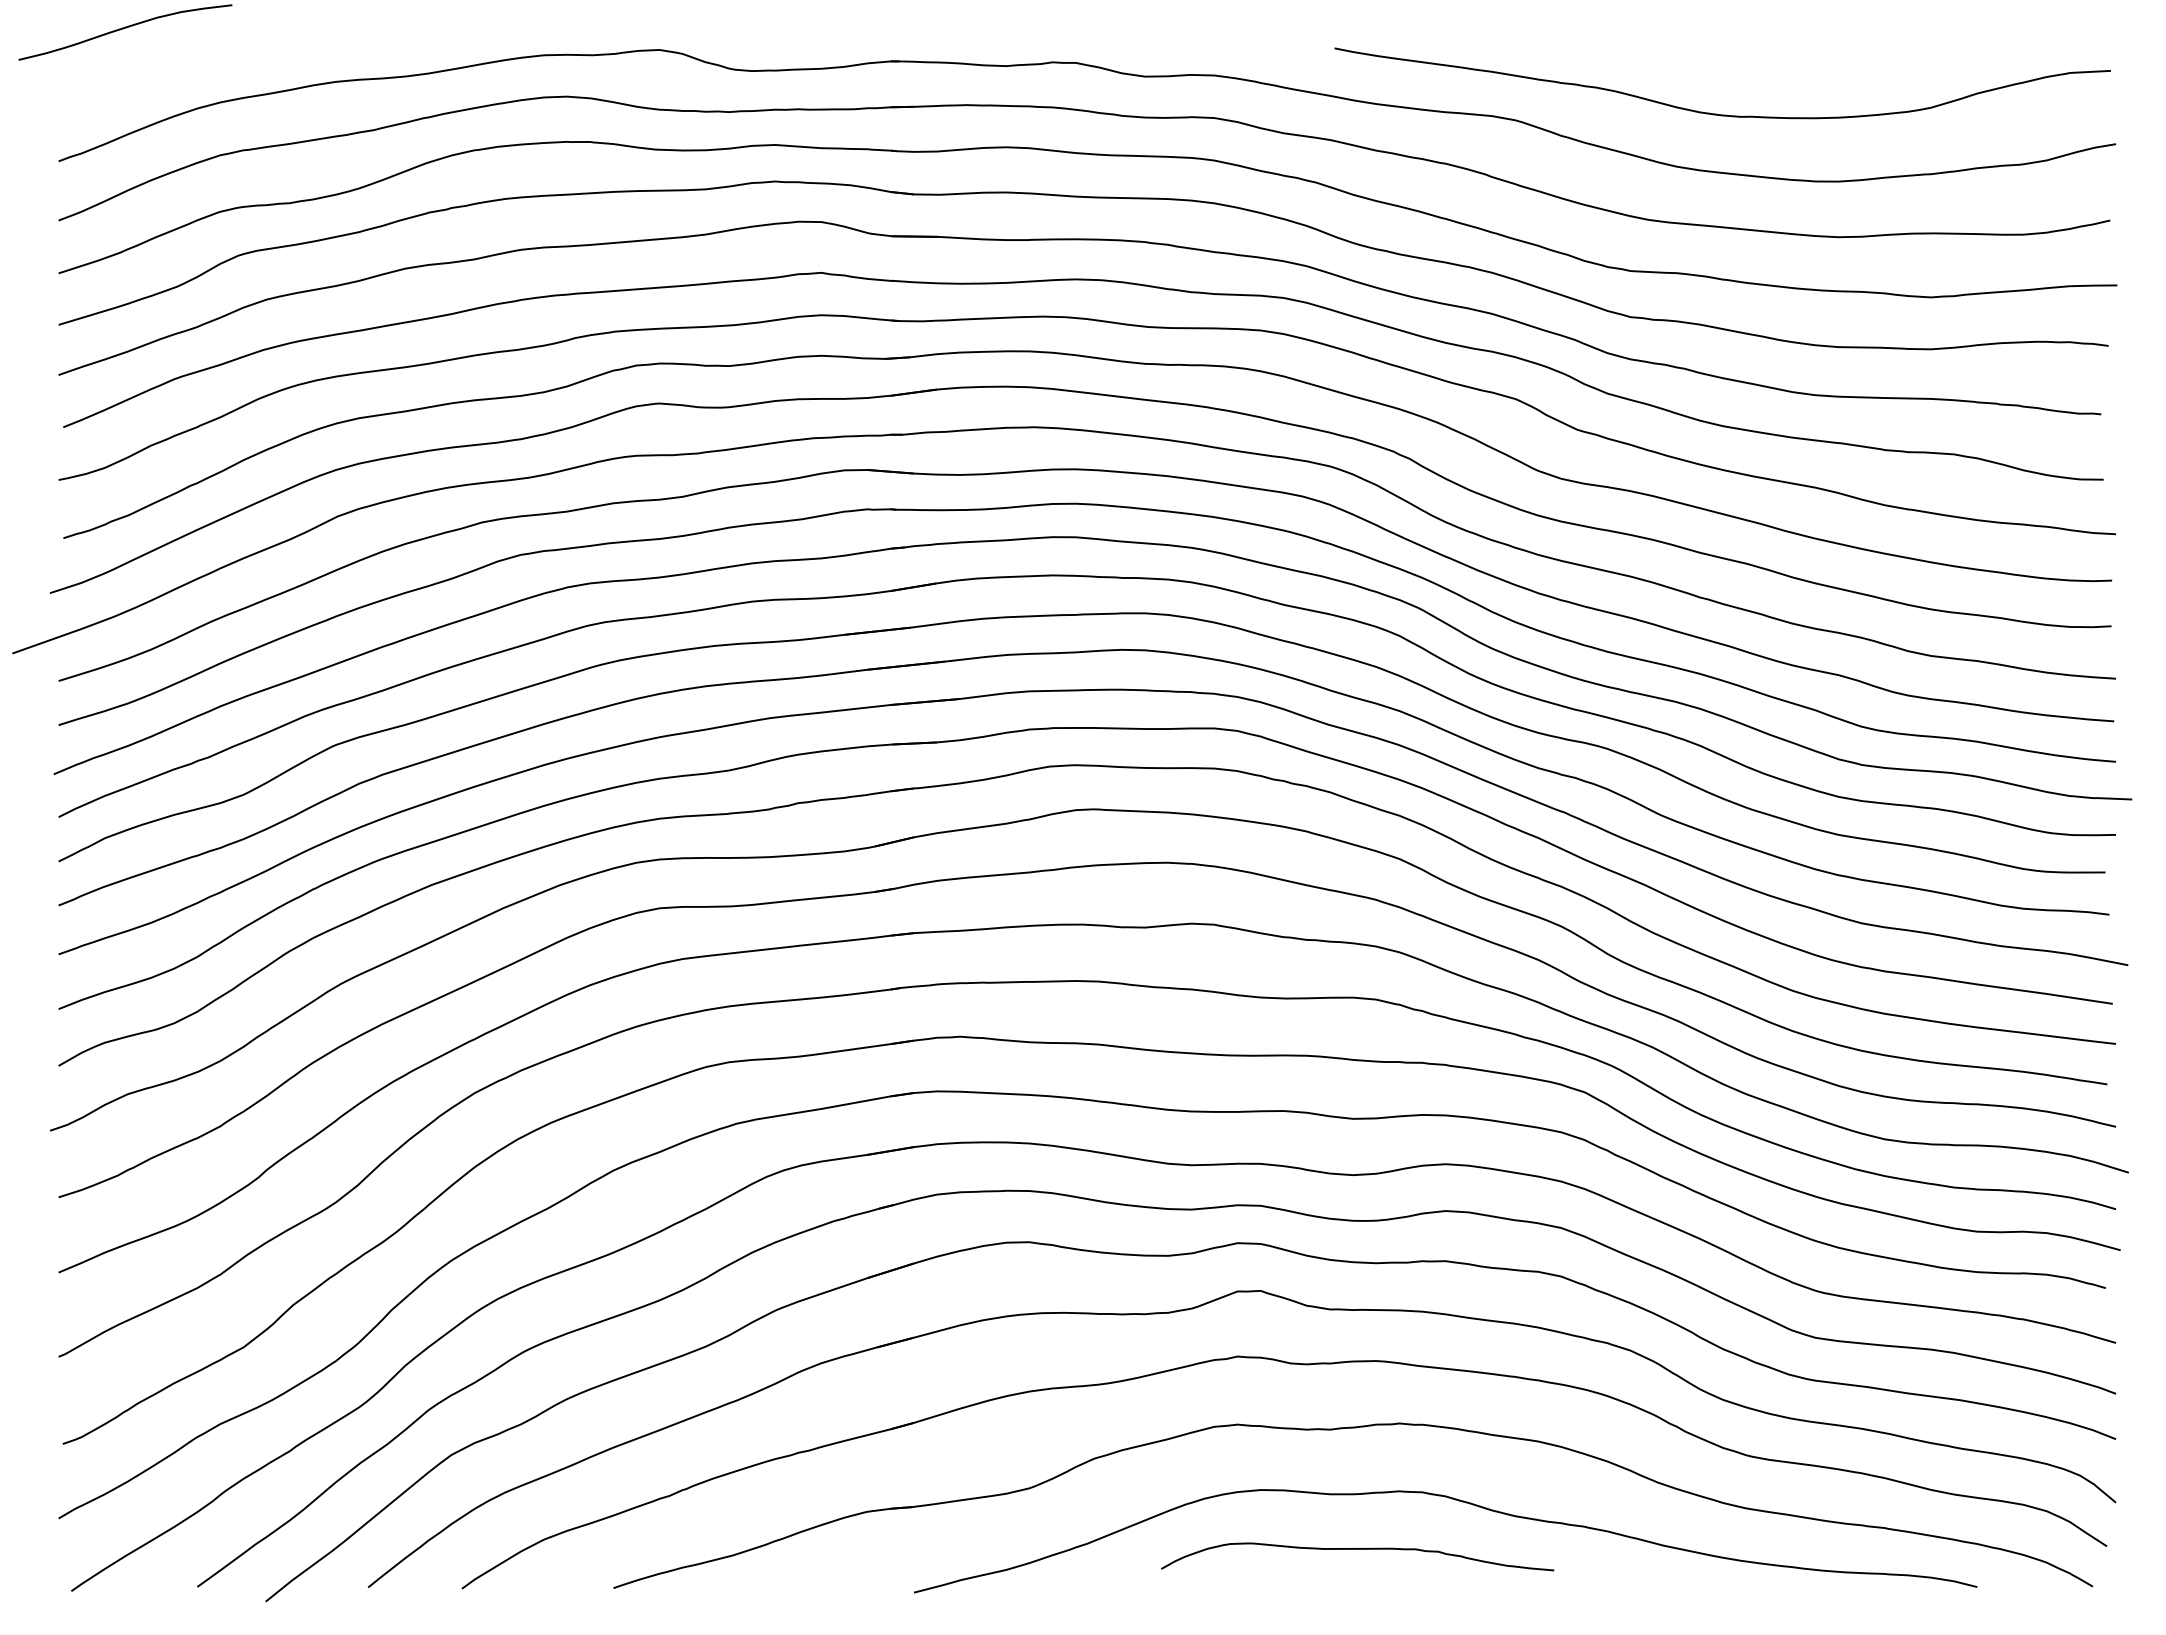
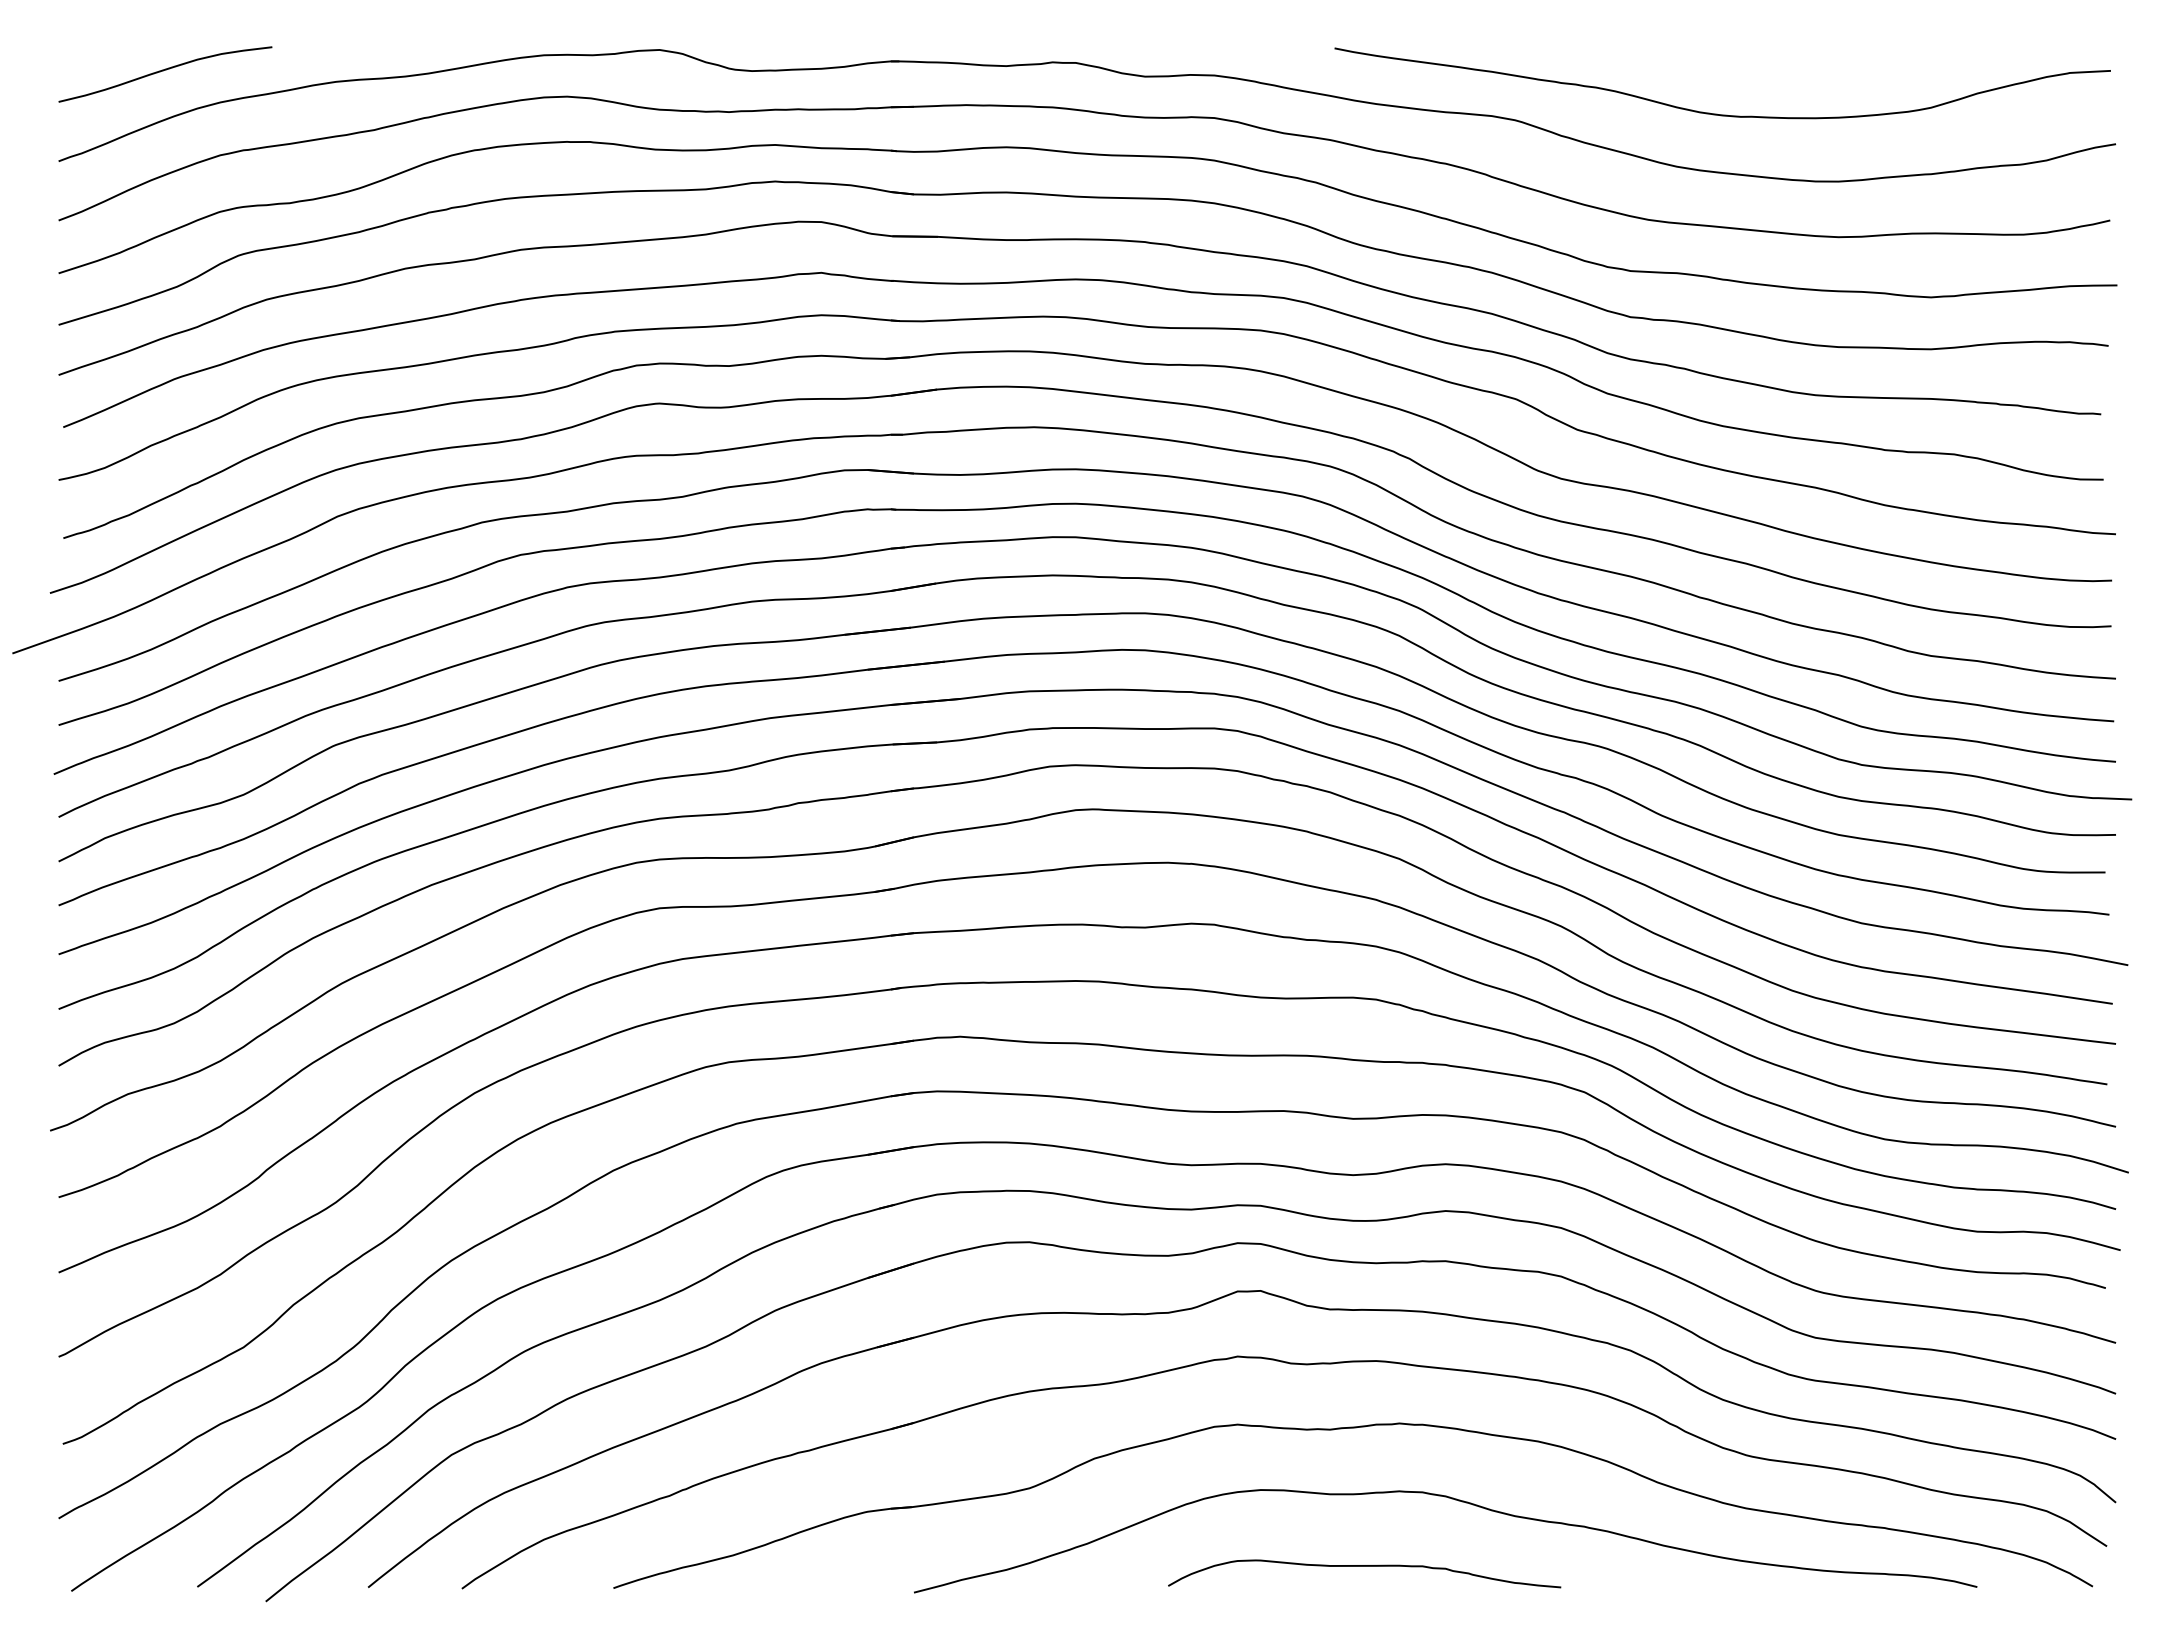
curve at (123, 29) position: (123, 29) -> (163, 71)
curve at (1357, 1549) position: (1357, 1549) -> (1364, 1566)
